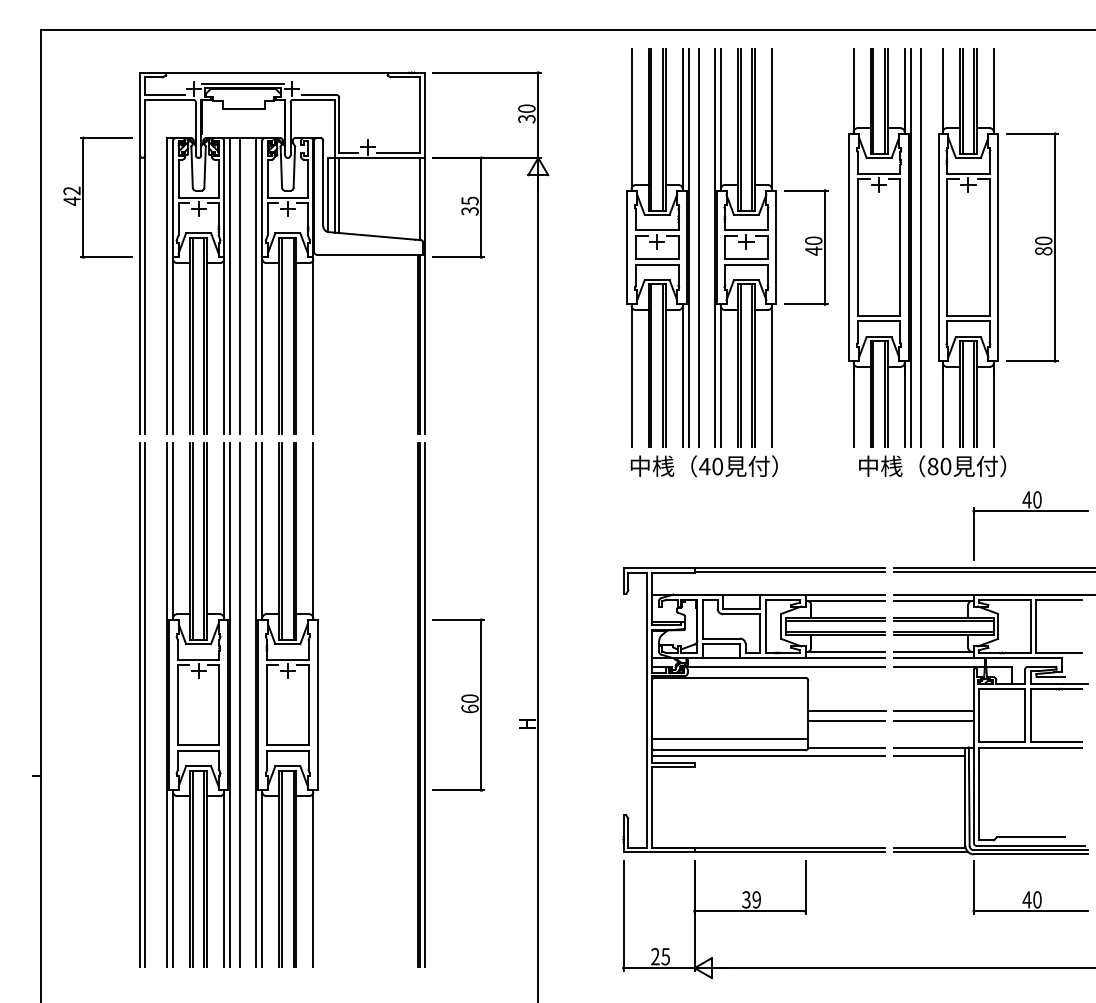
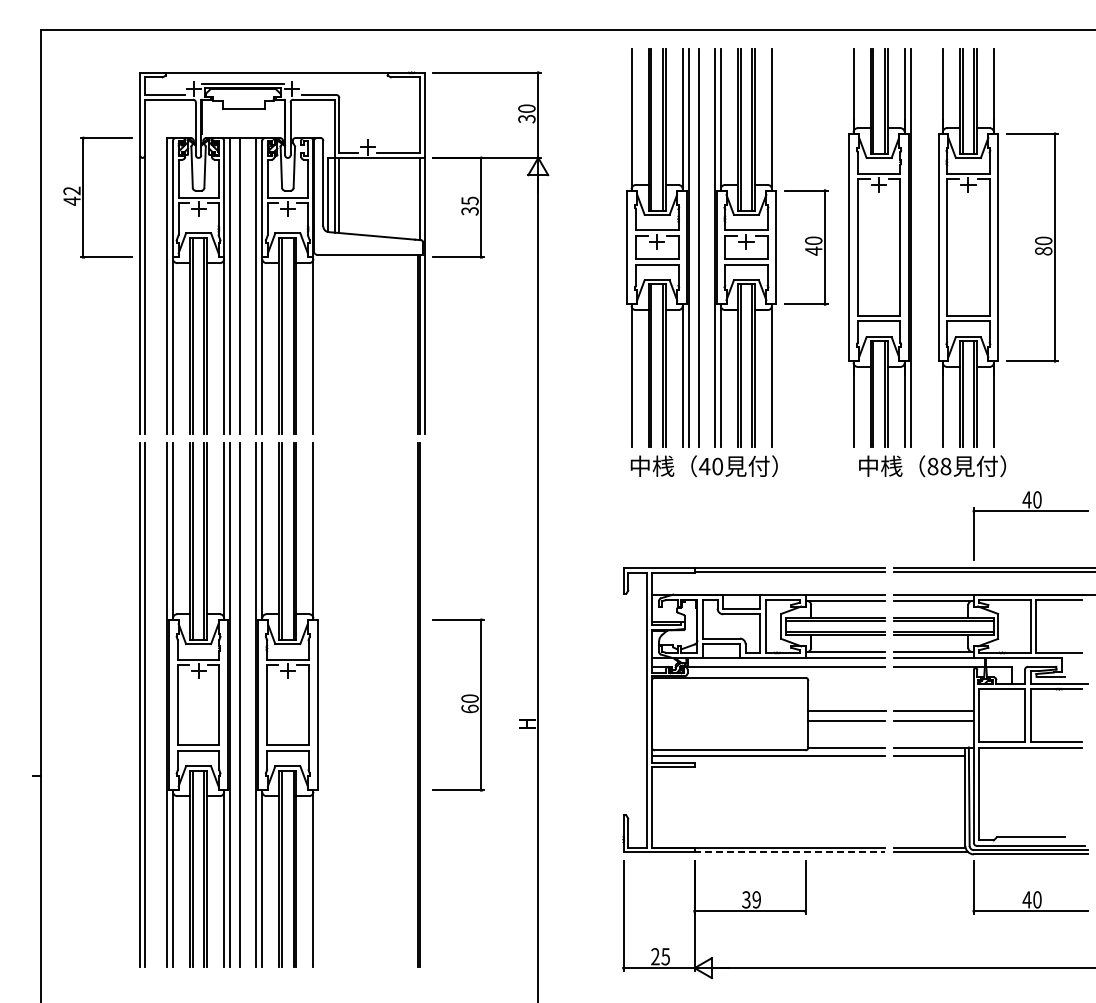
line at (920, 247): present -> none
text at (945, 466): 80 -> 88
line at (424, 704): present -> none
line at (730, 738): present -> none
line at (789, 852): solid -> dashed
